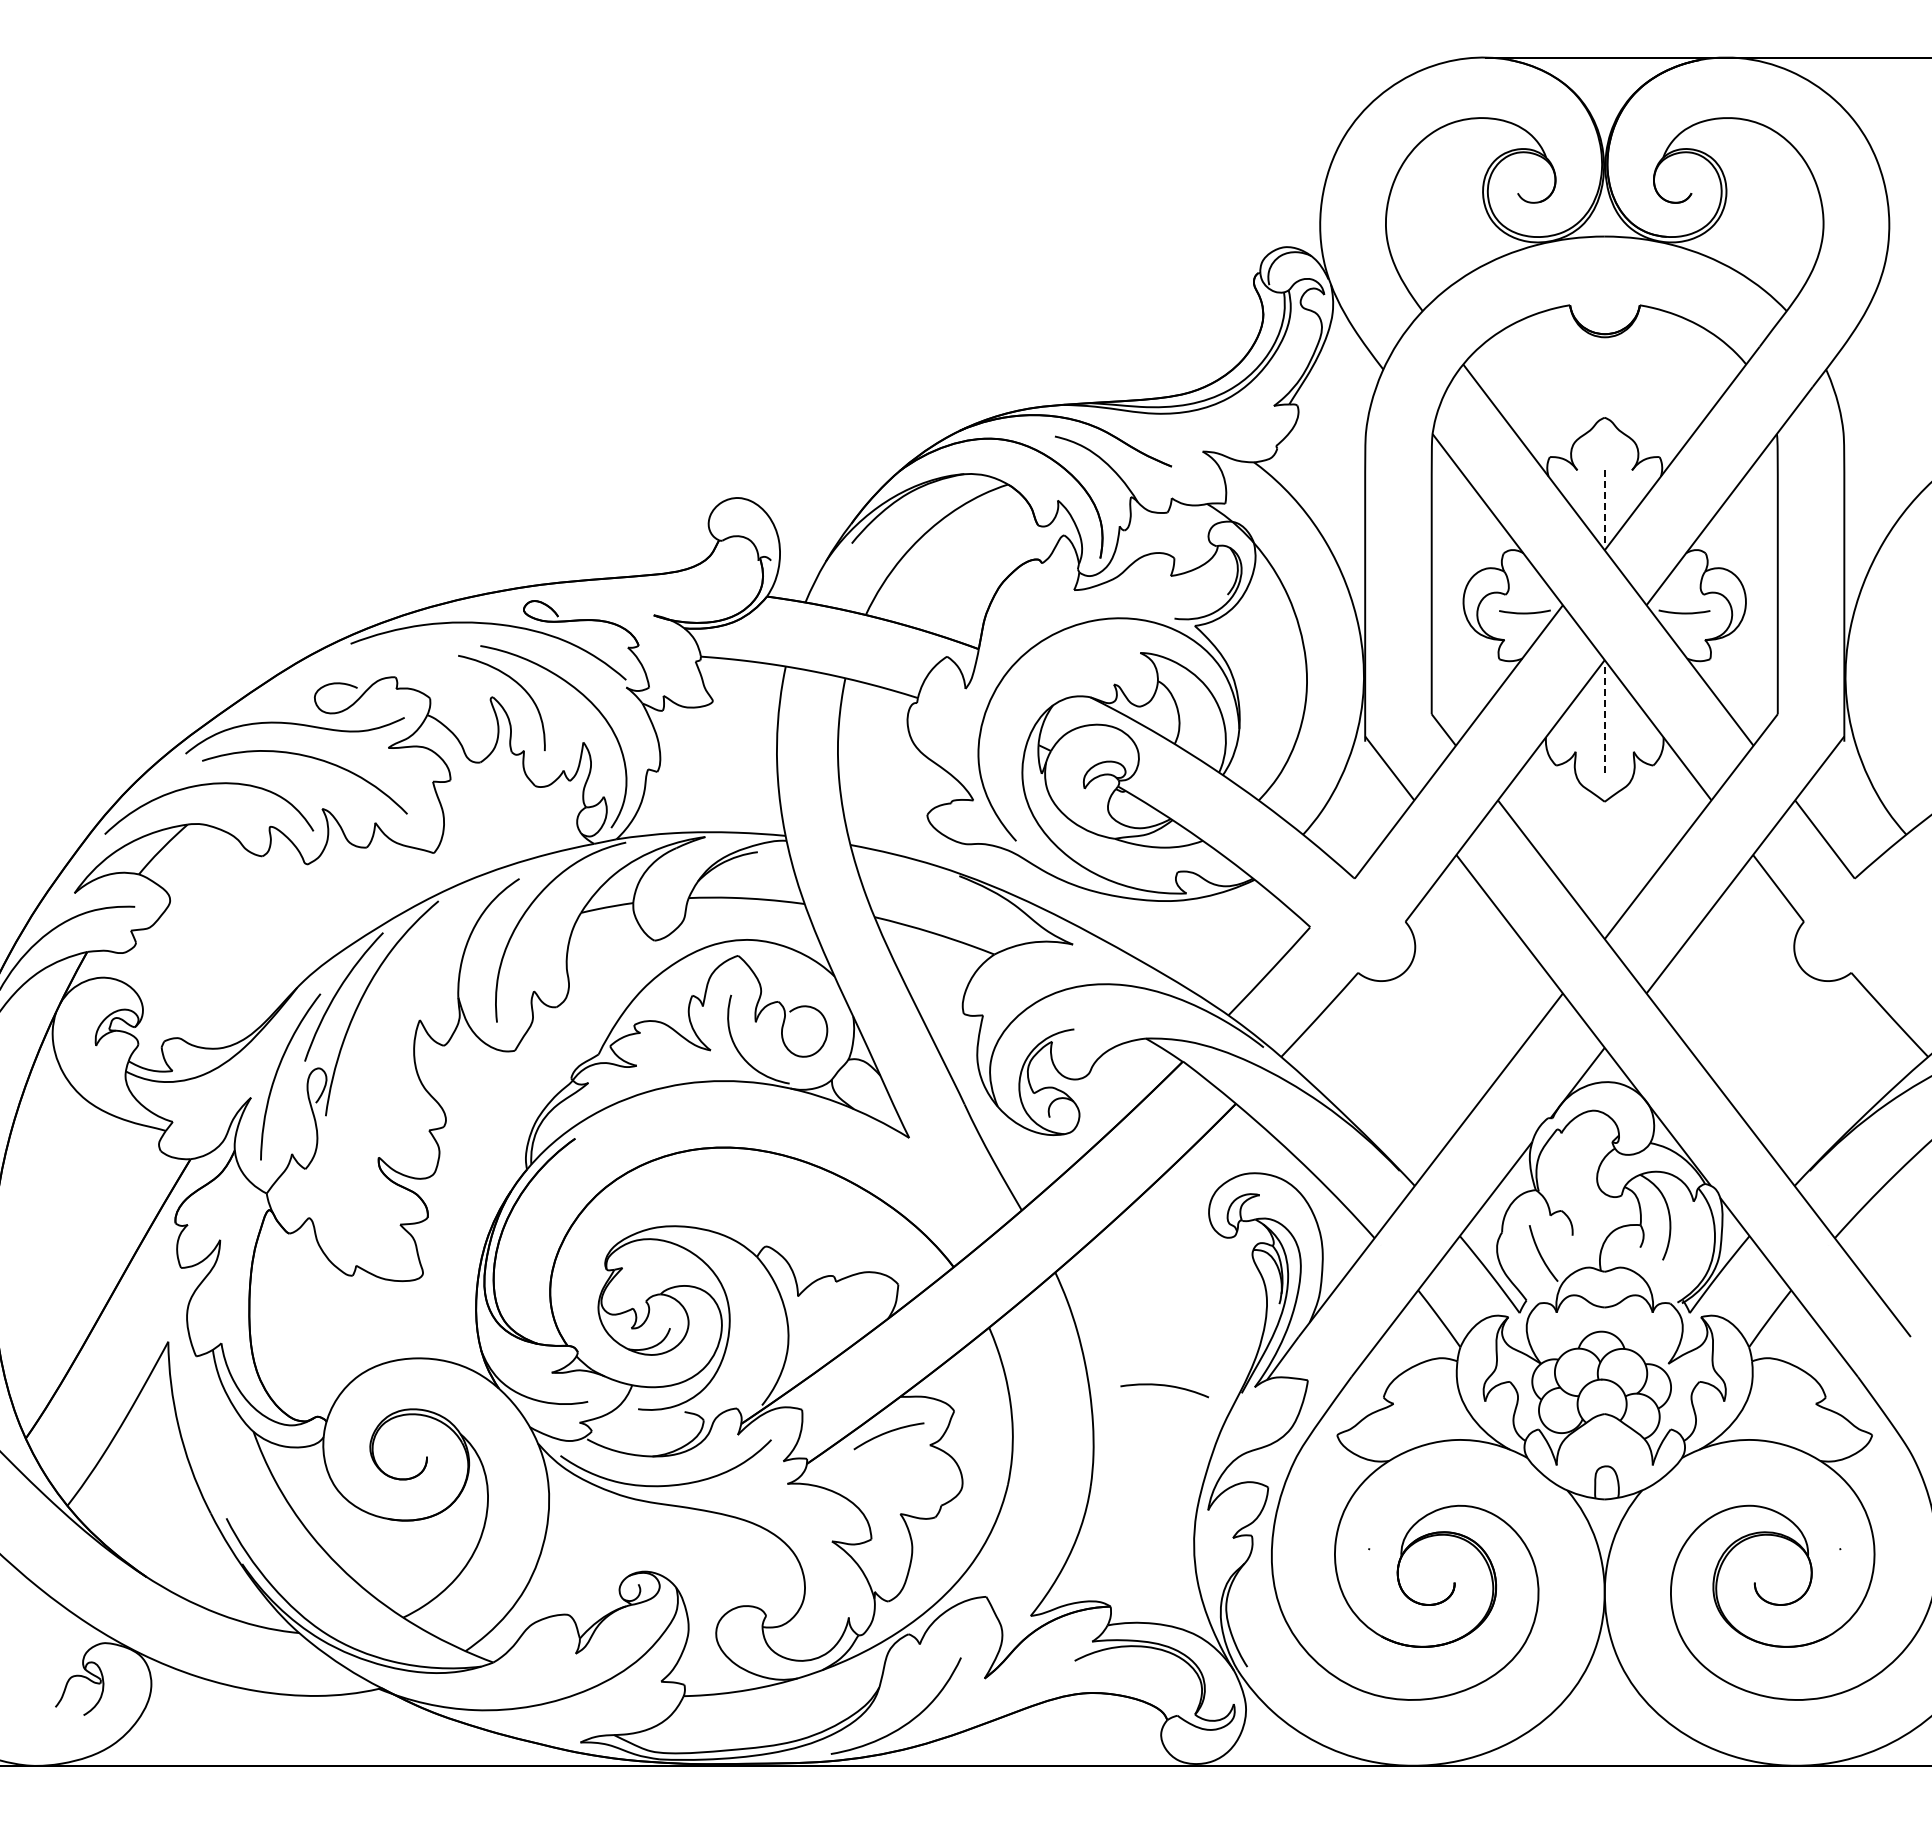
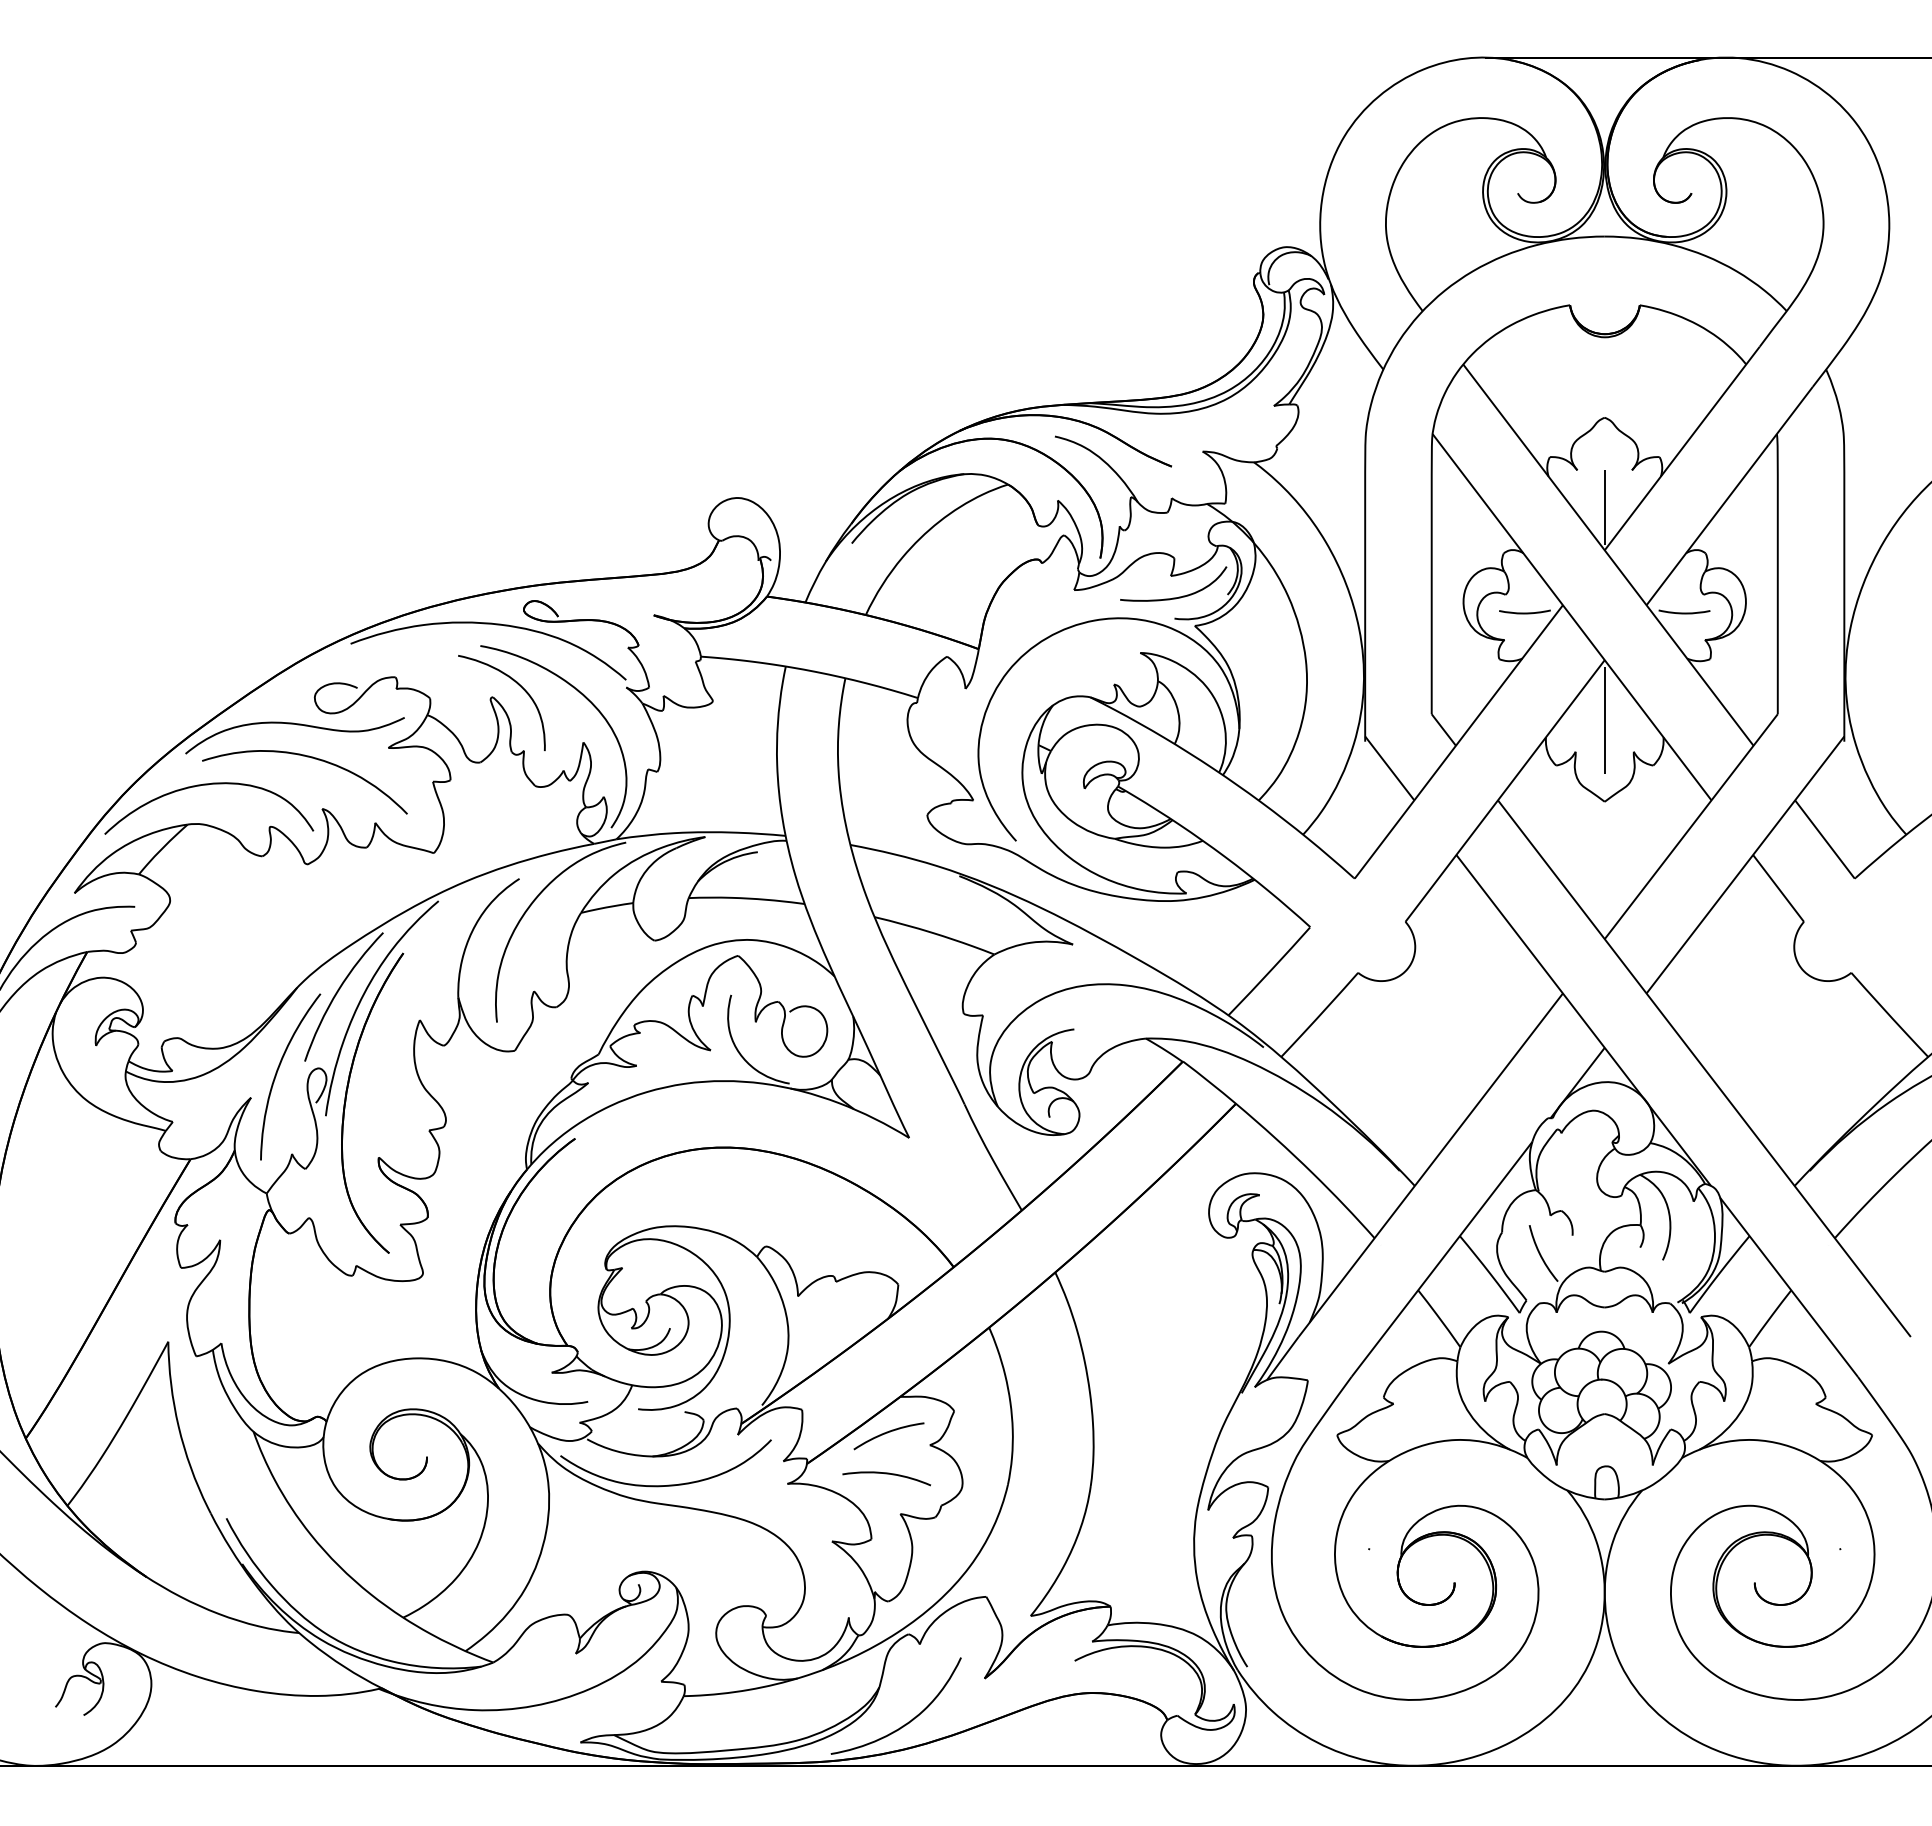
line at (1604, 507): dashed -> solid
curve at (1178, 596): none -> present
line at (1604, 720): dashed -> solid
part at (346, 1101): none -> present
curve at (1164, 1386) position: (1164, 1386) -> (886, 1474)
